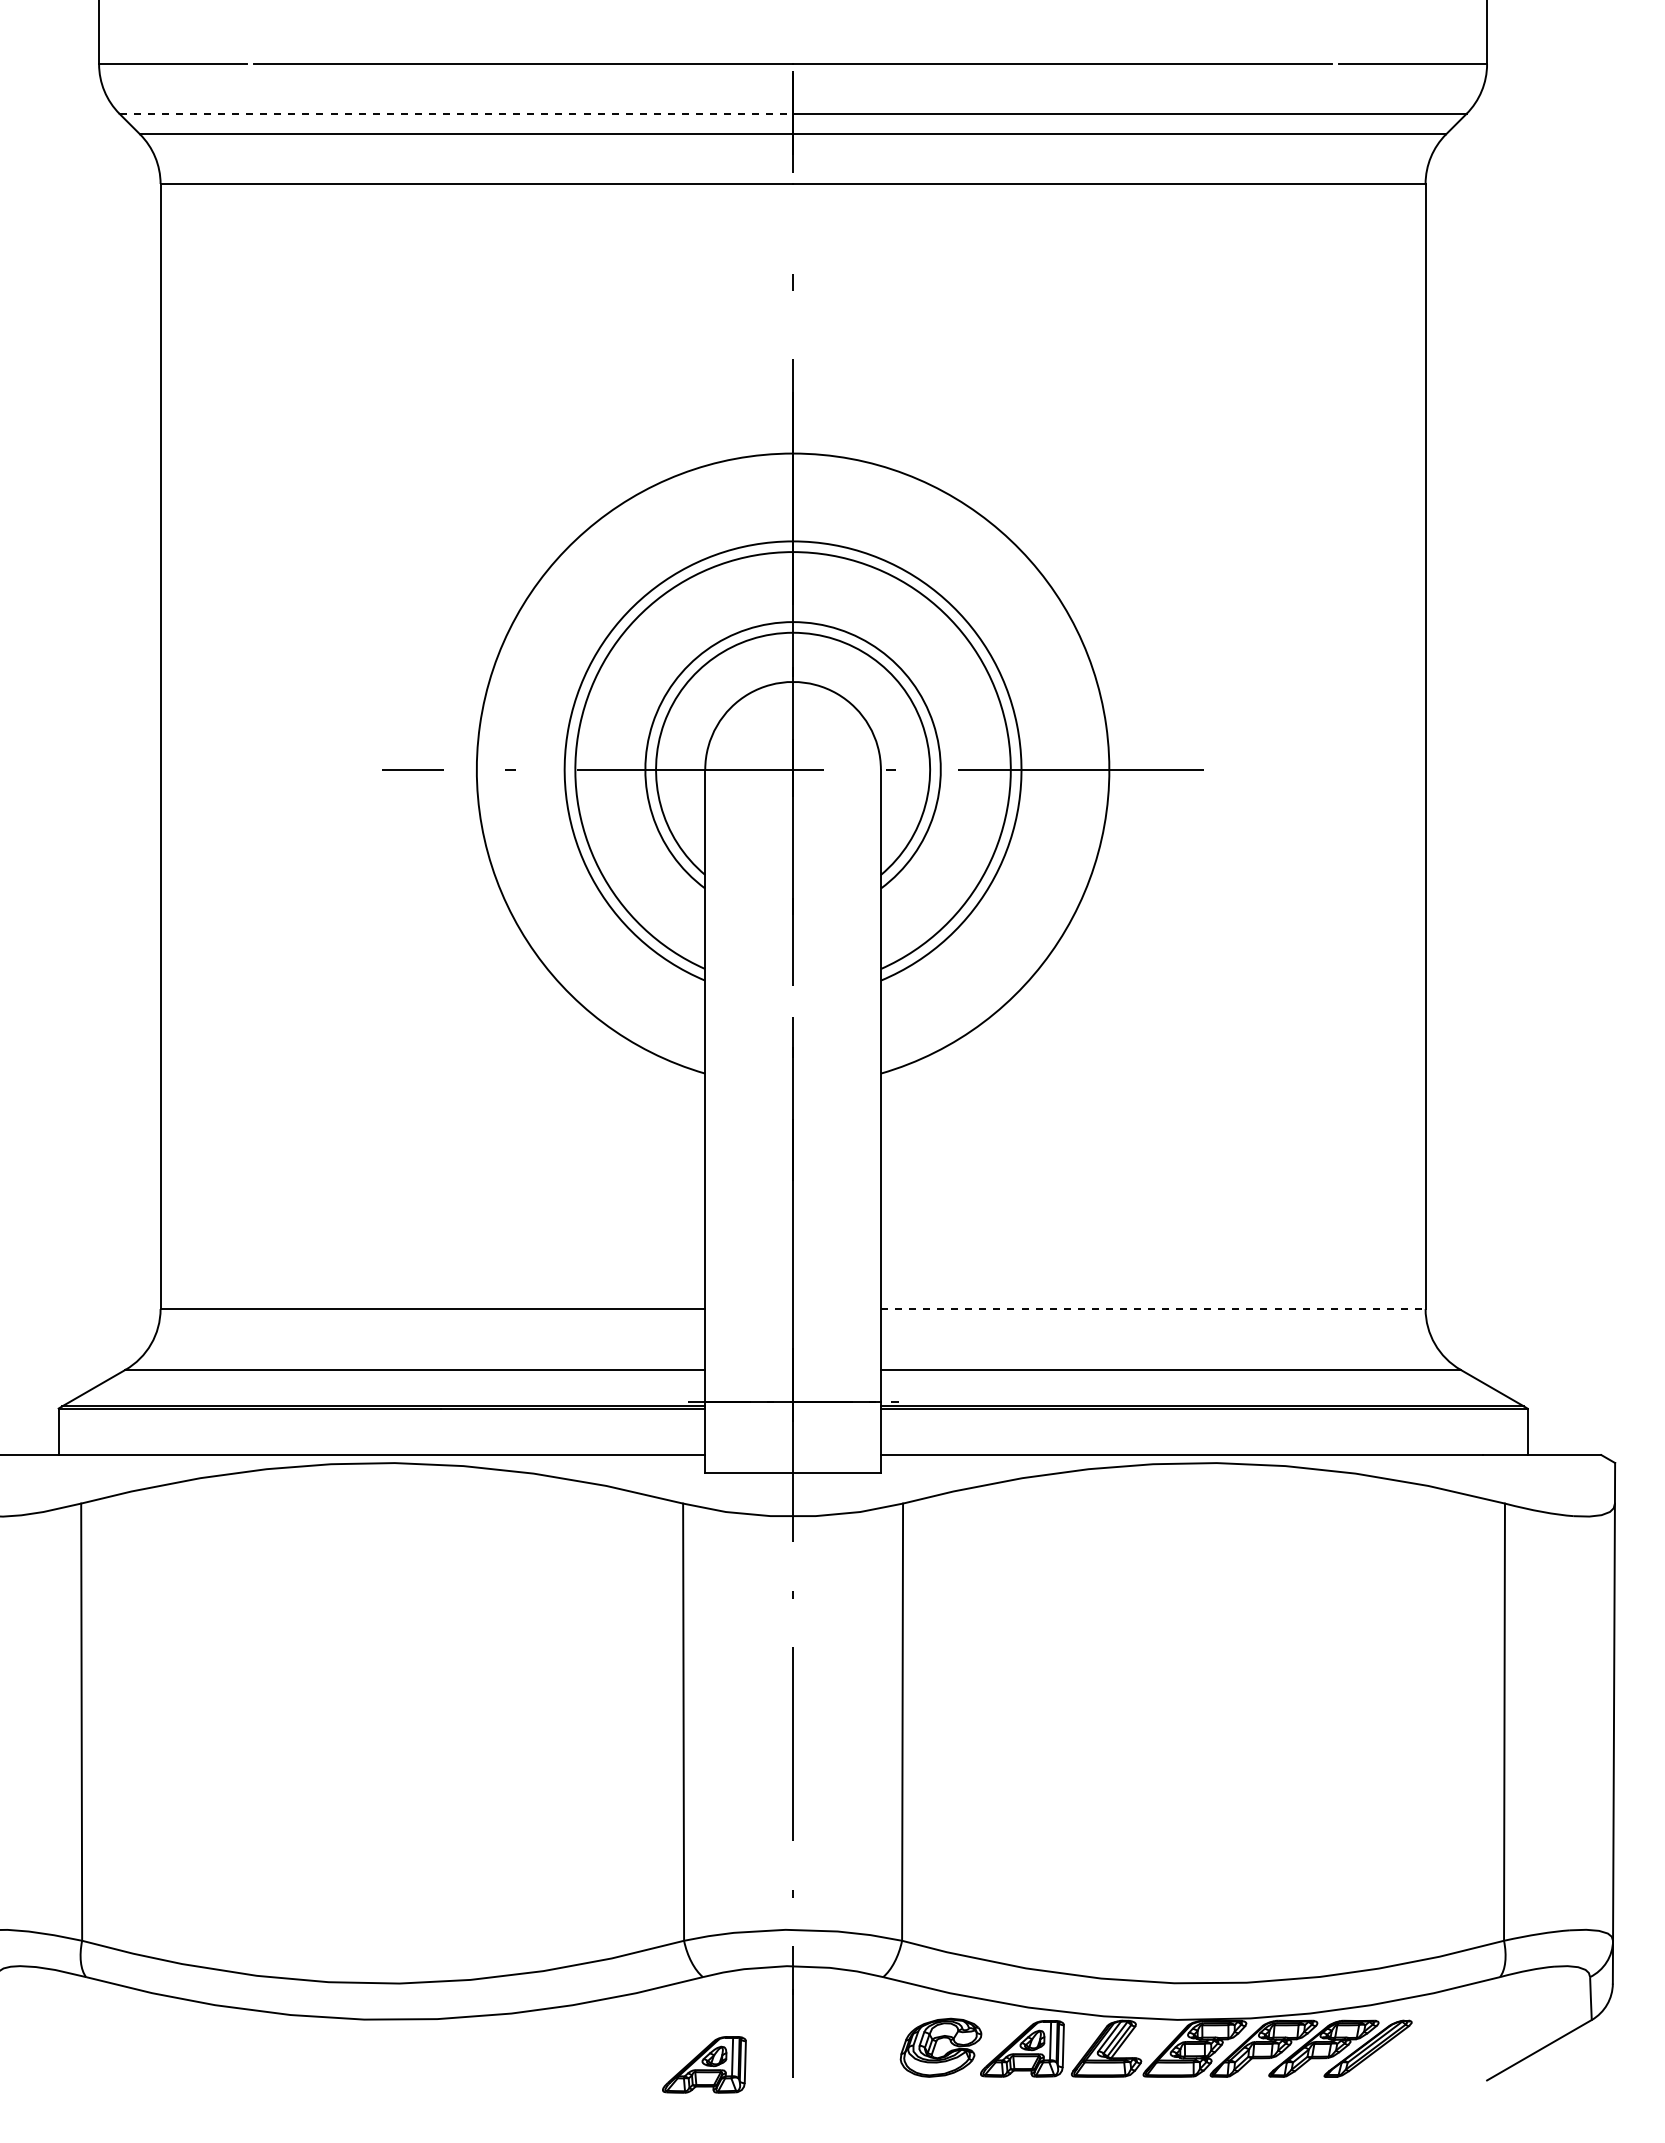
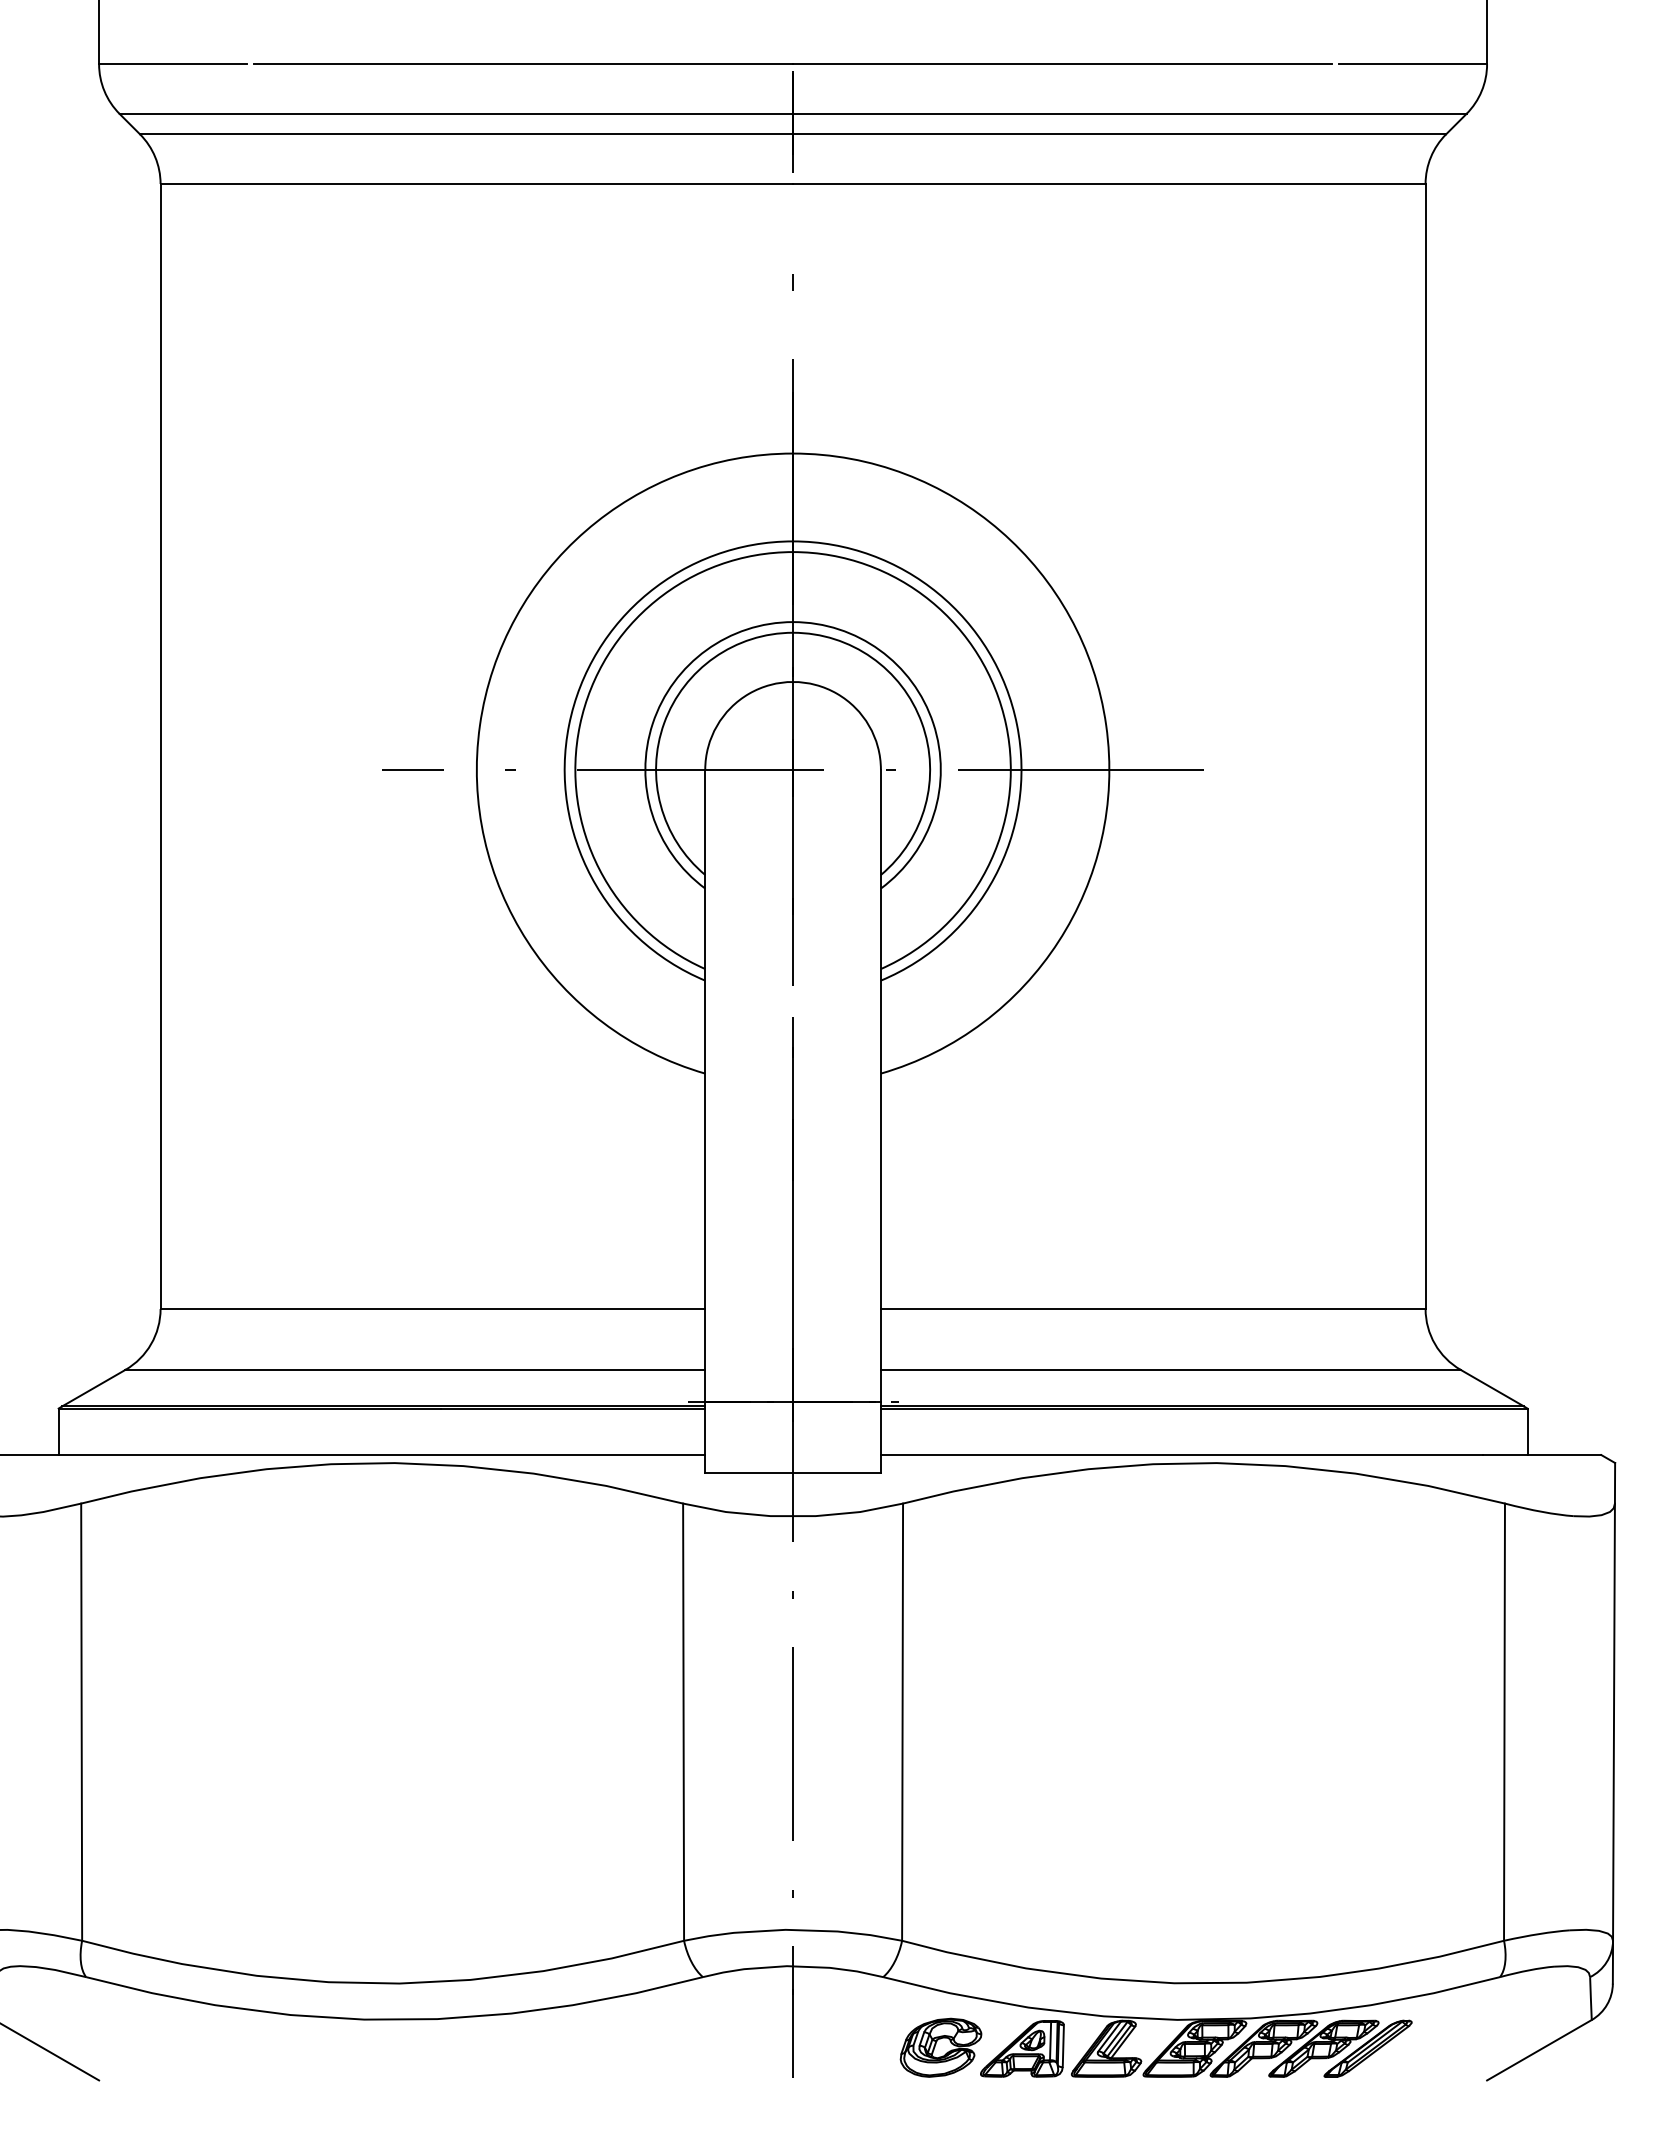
line at (456, 113): dashed -> solid
line at (1153, 1309): dashed -> solid
line at (50, 2052): none -> present
part at (704, 2064): present -> none
